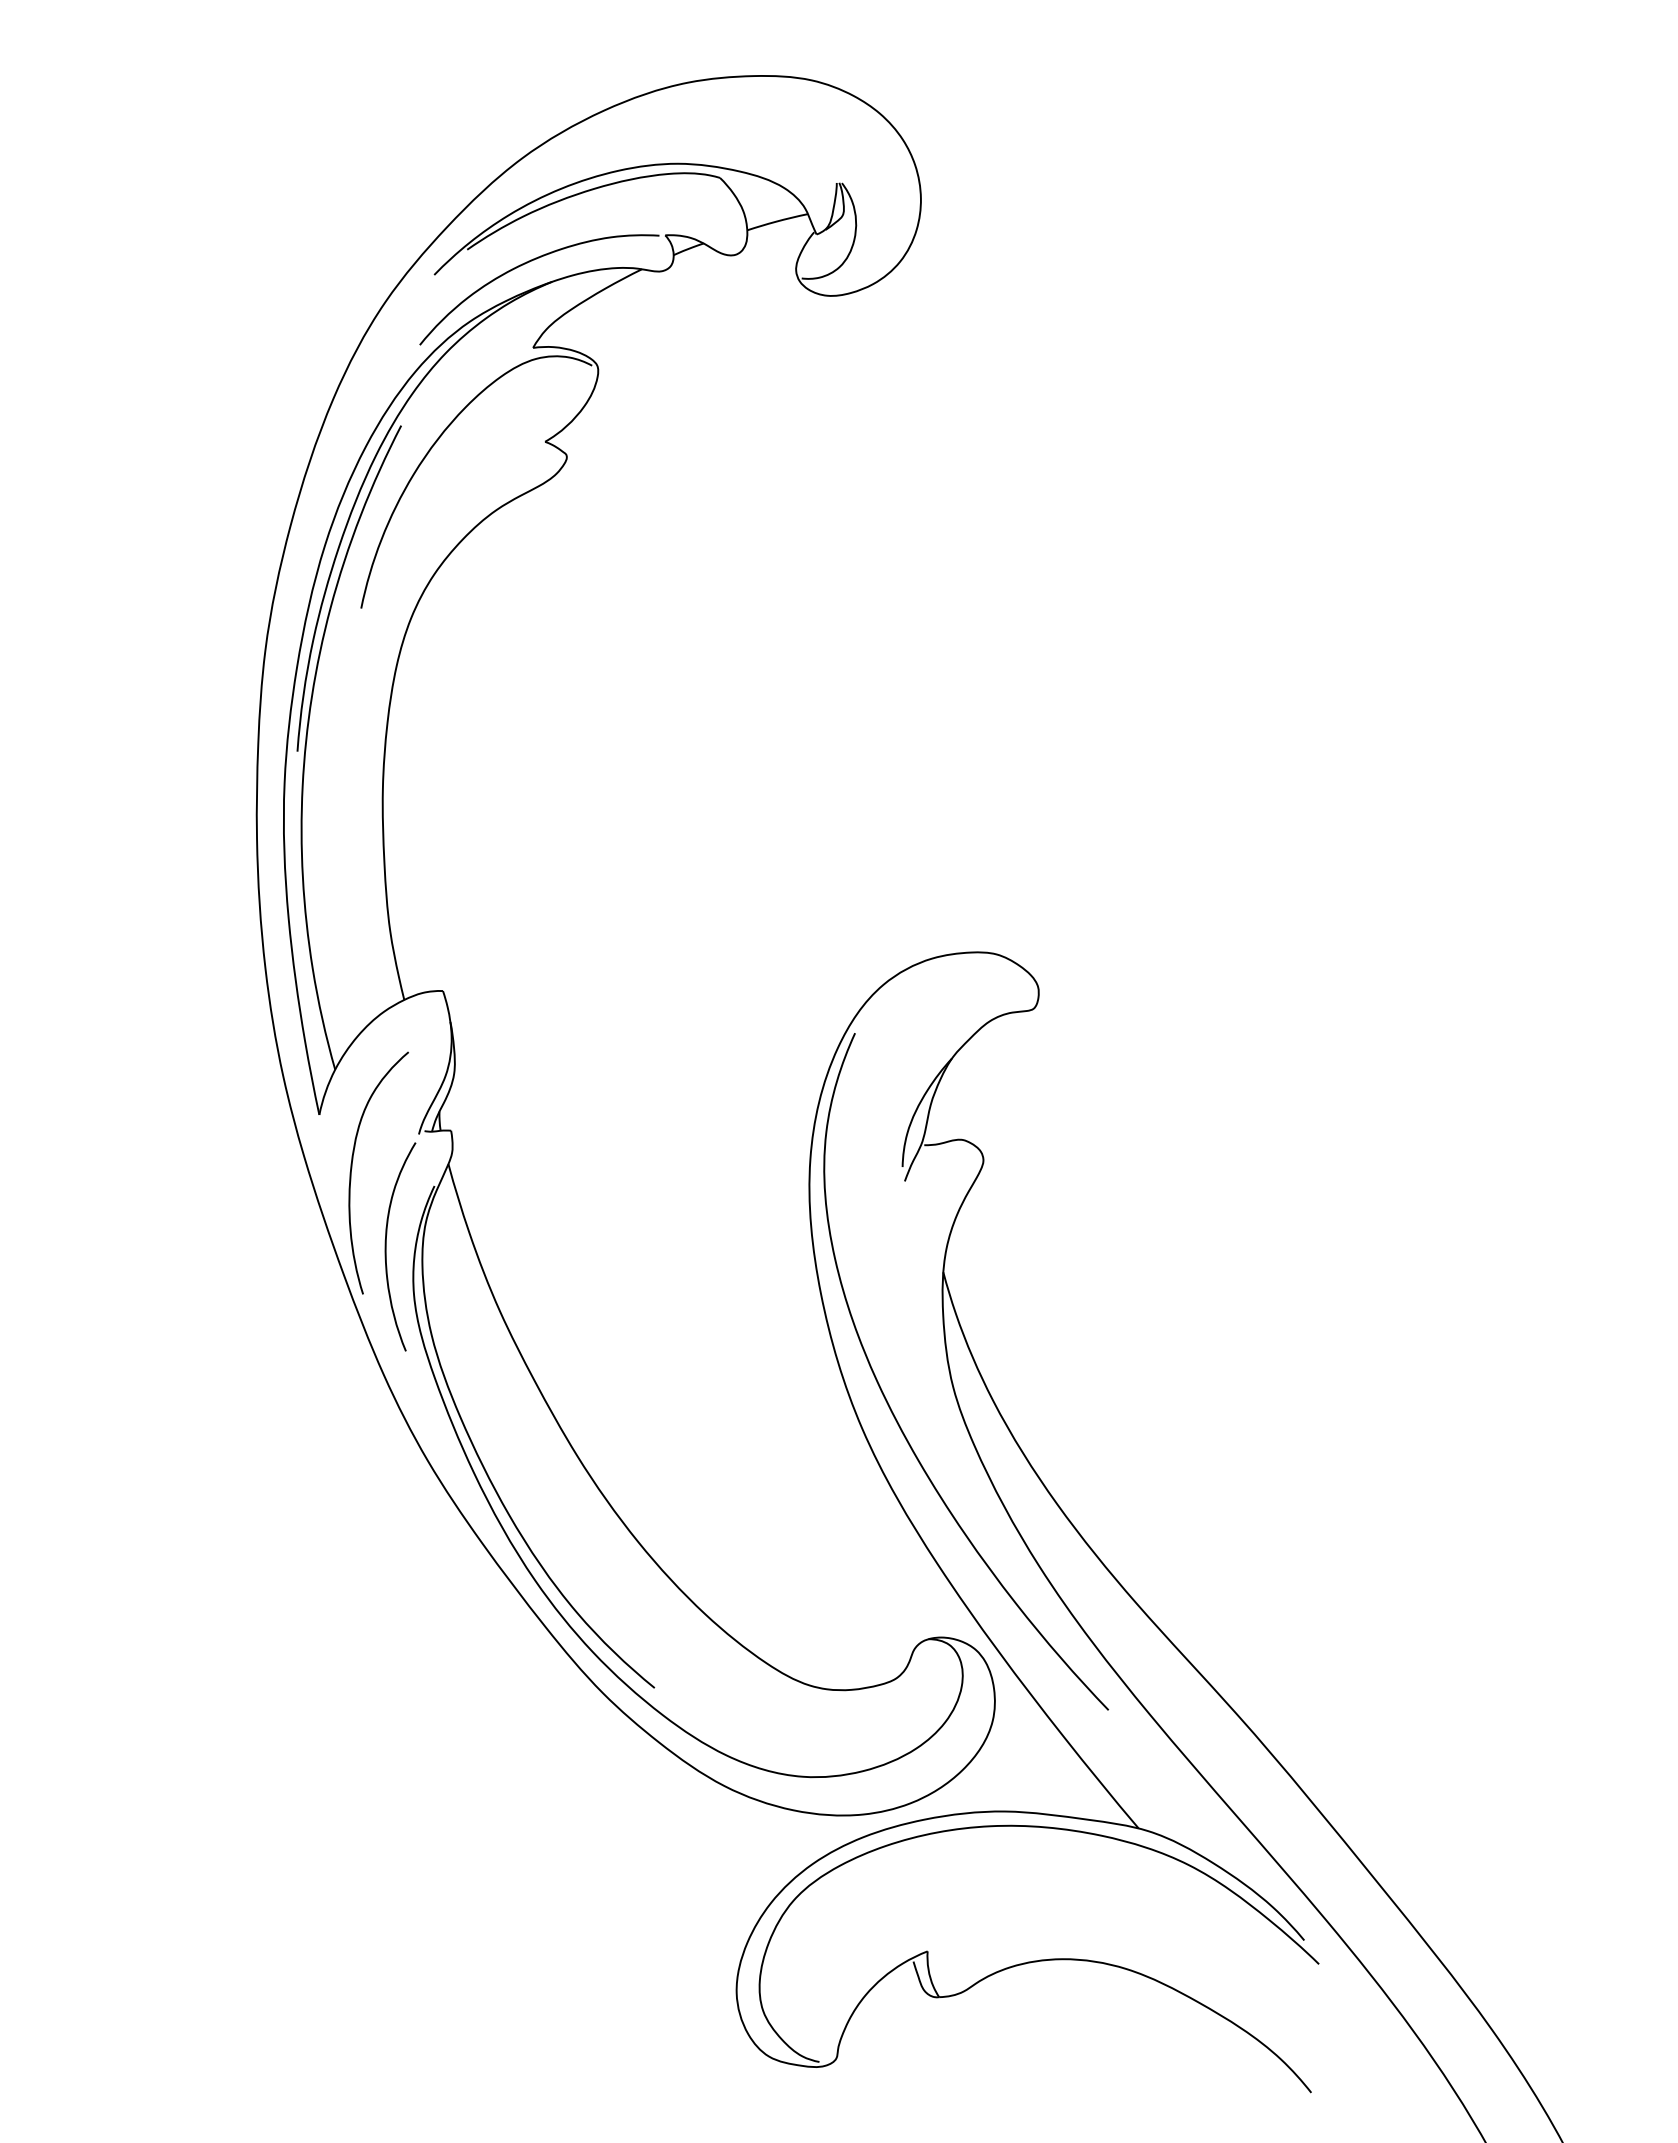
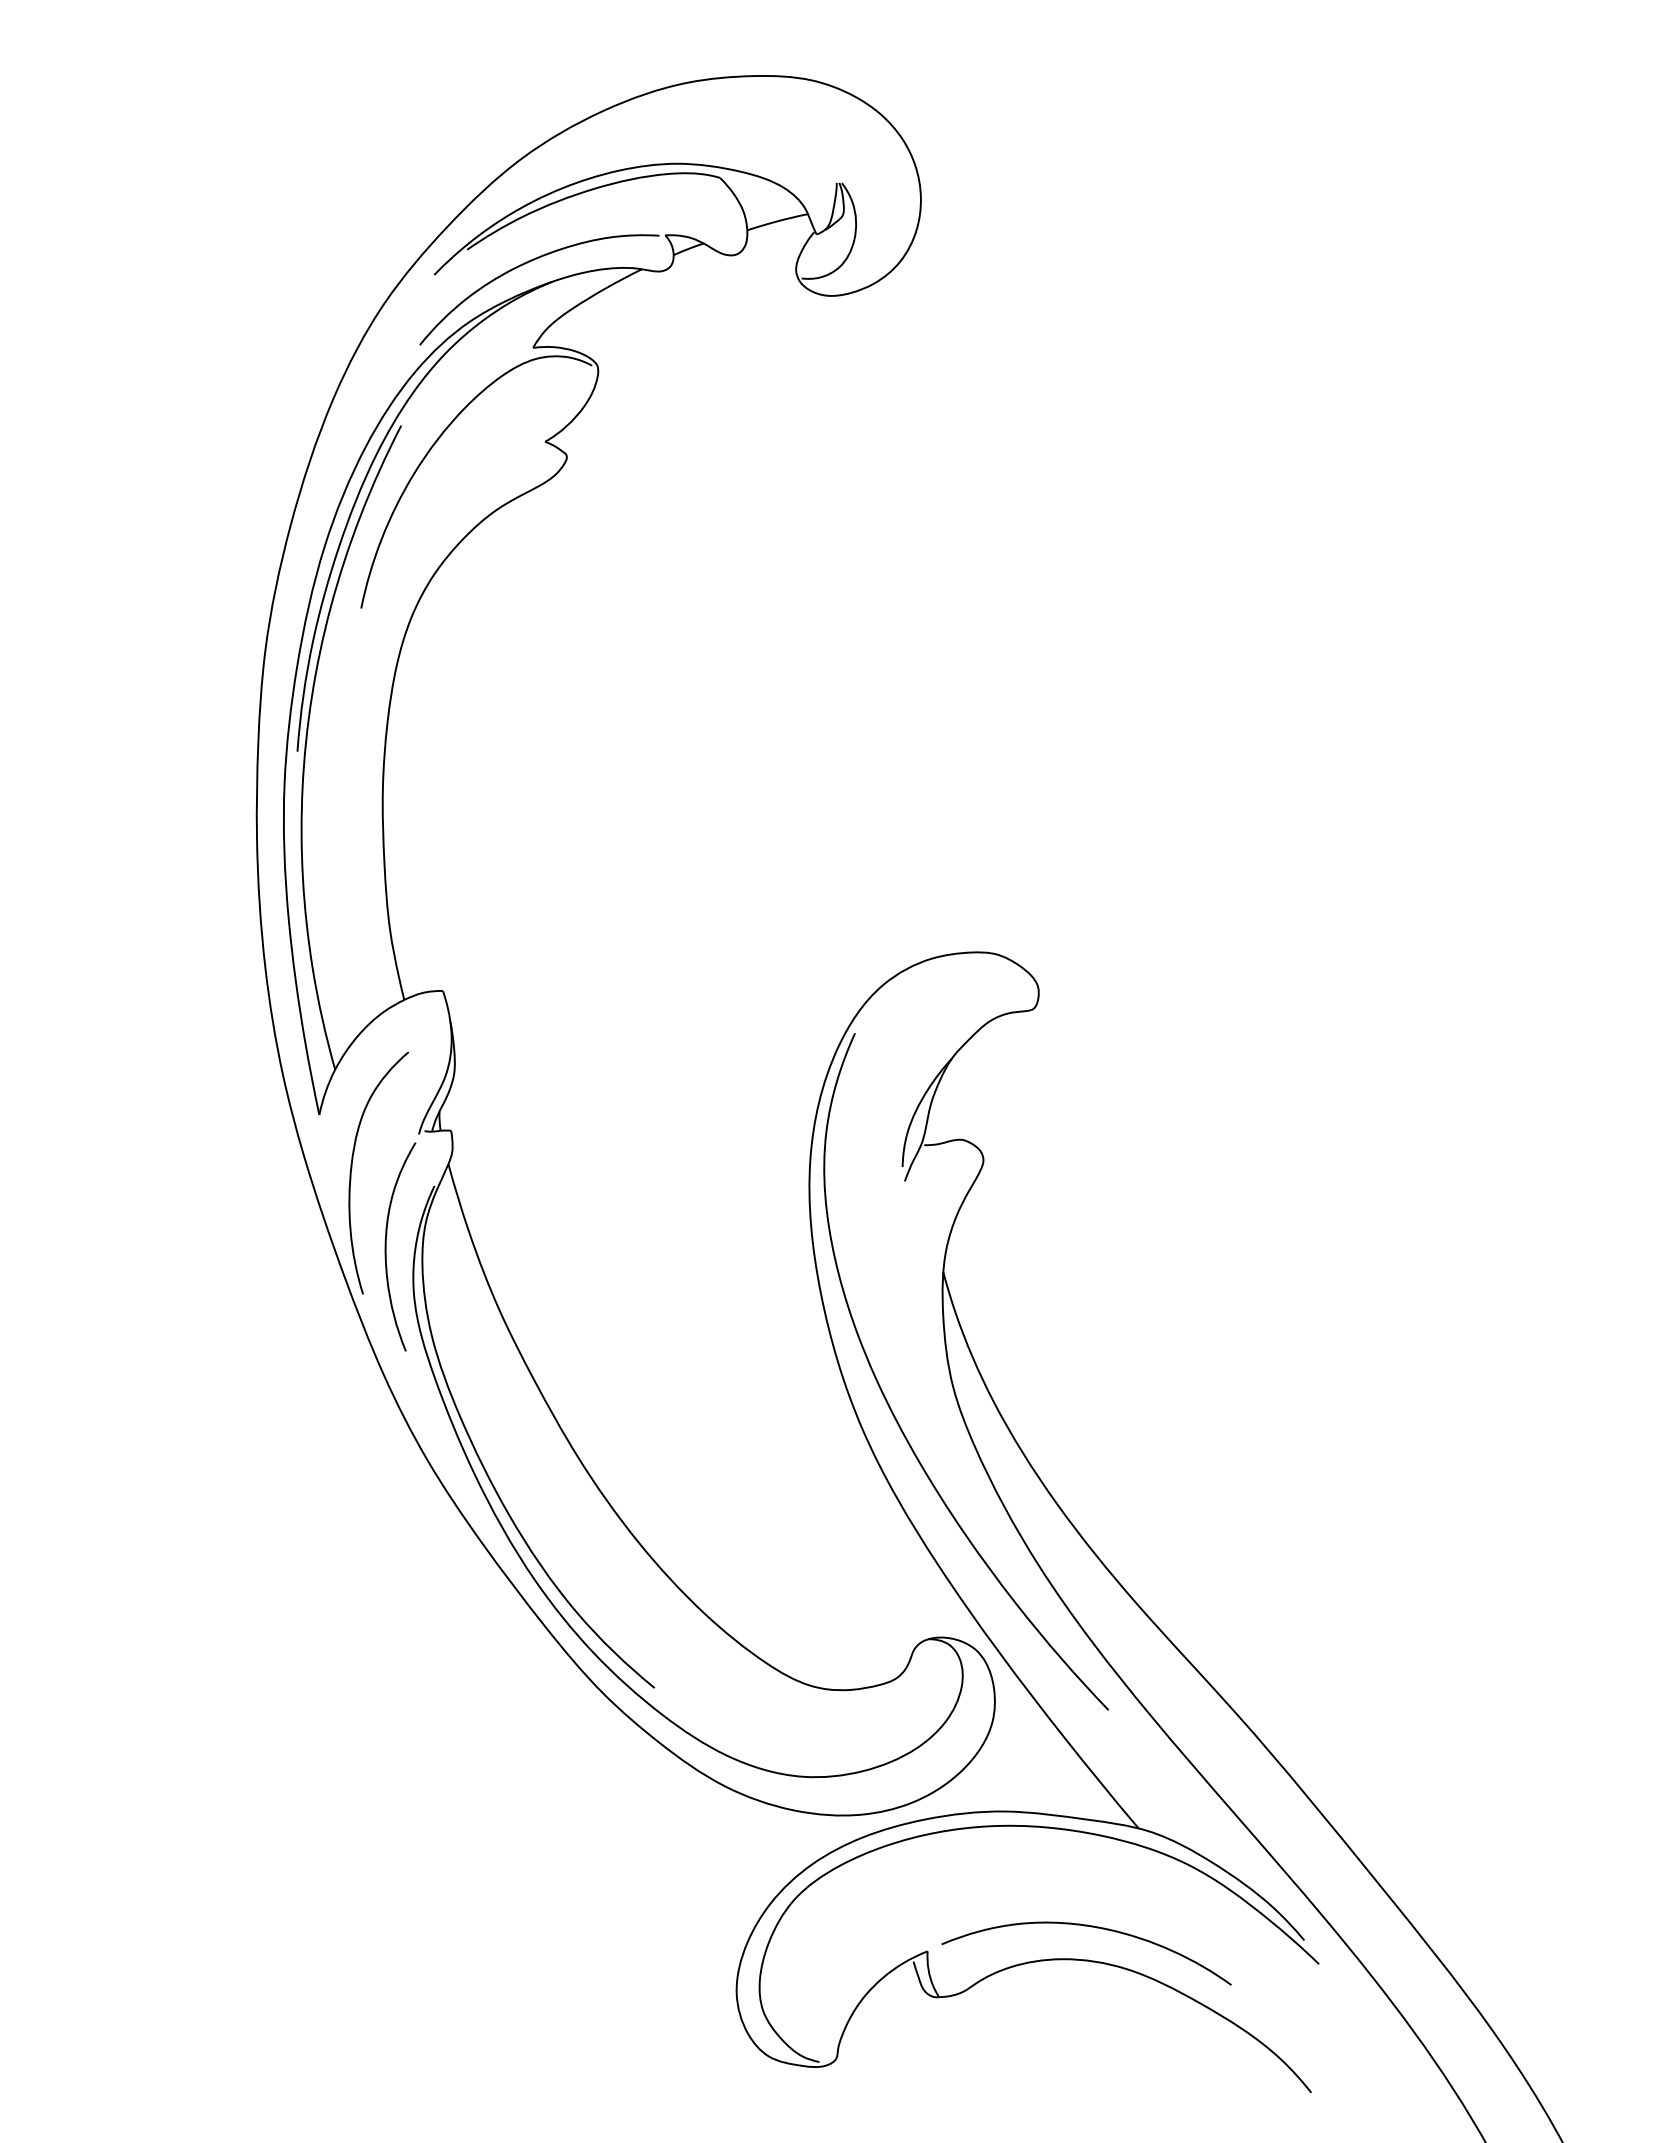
curve at (1090, 1927): none -> present
